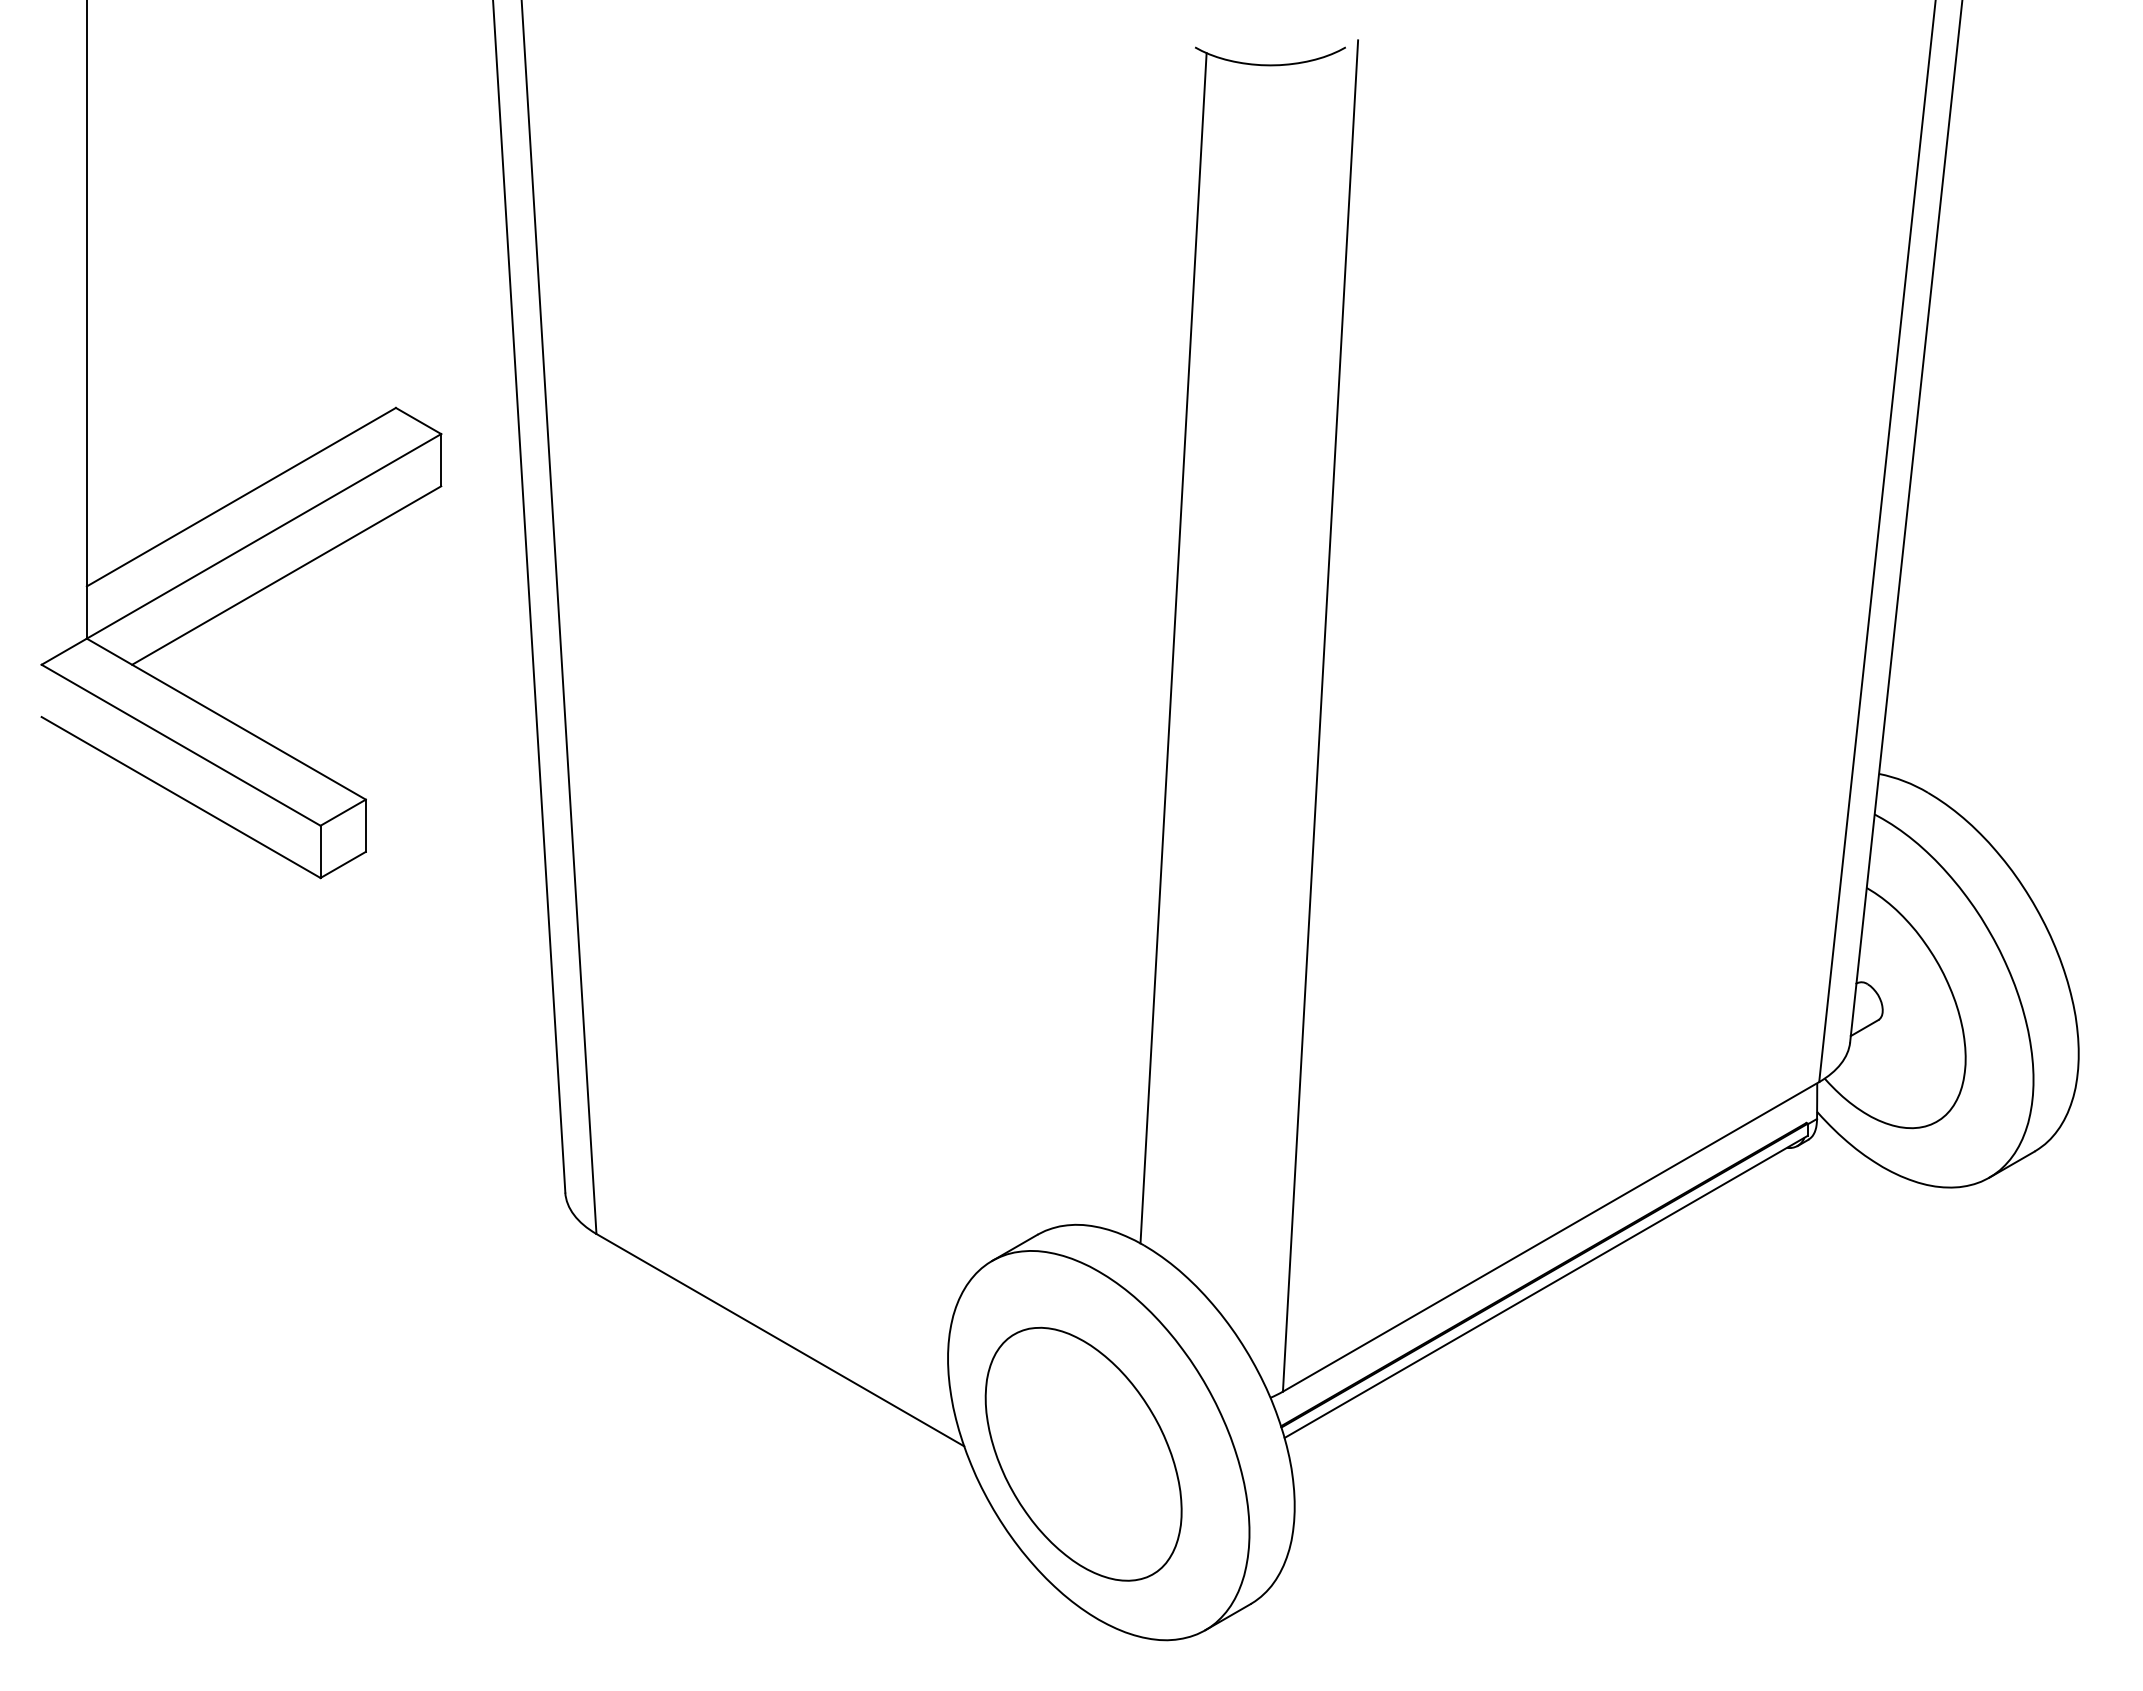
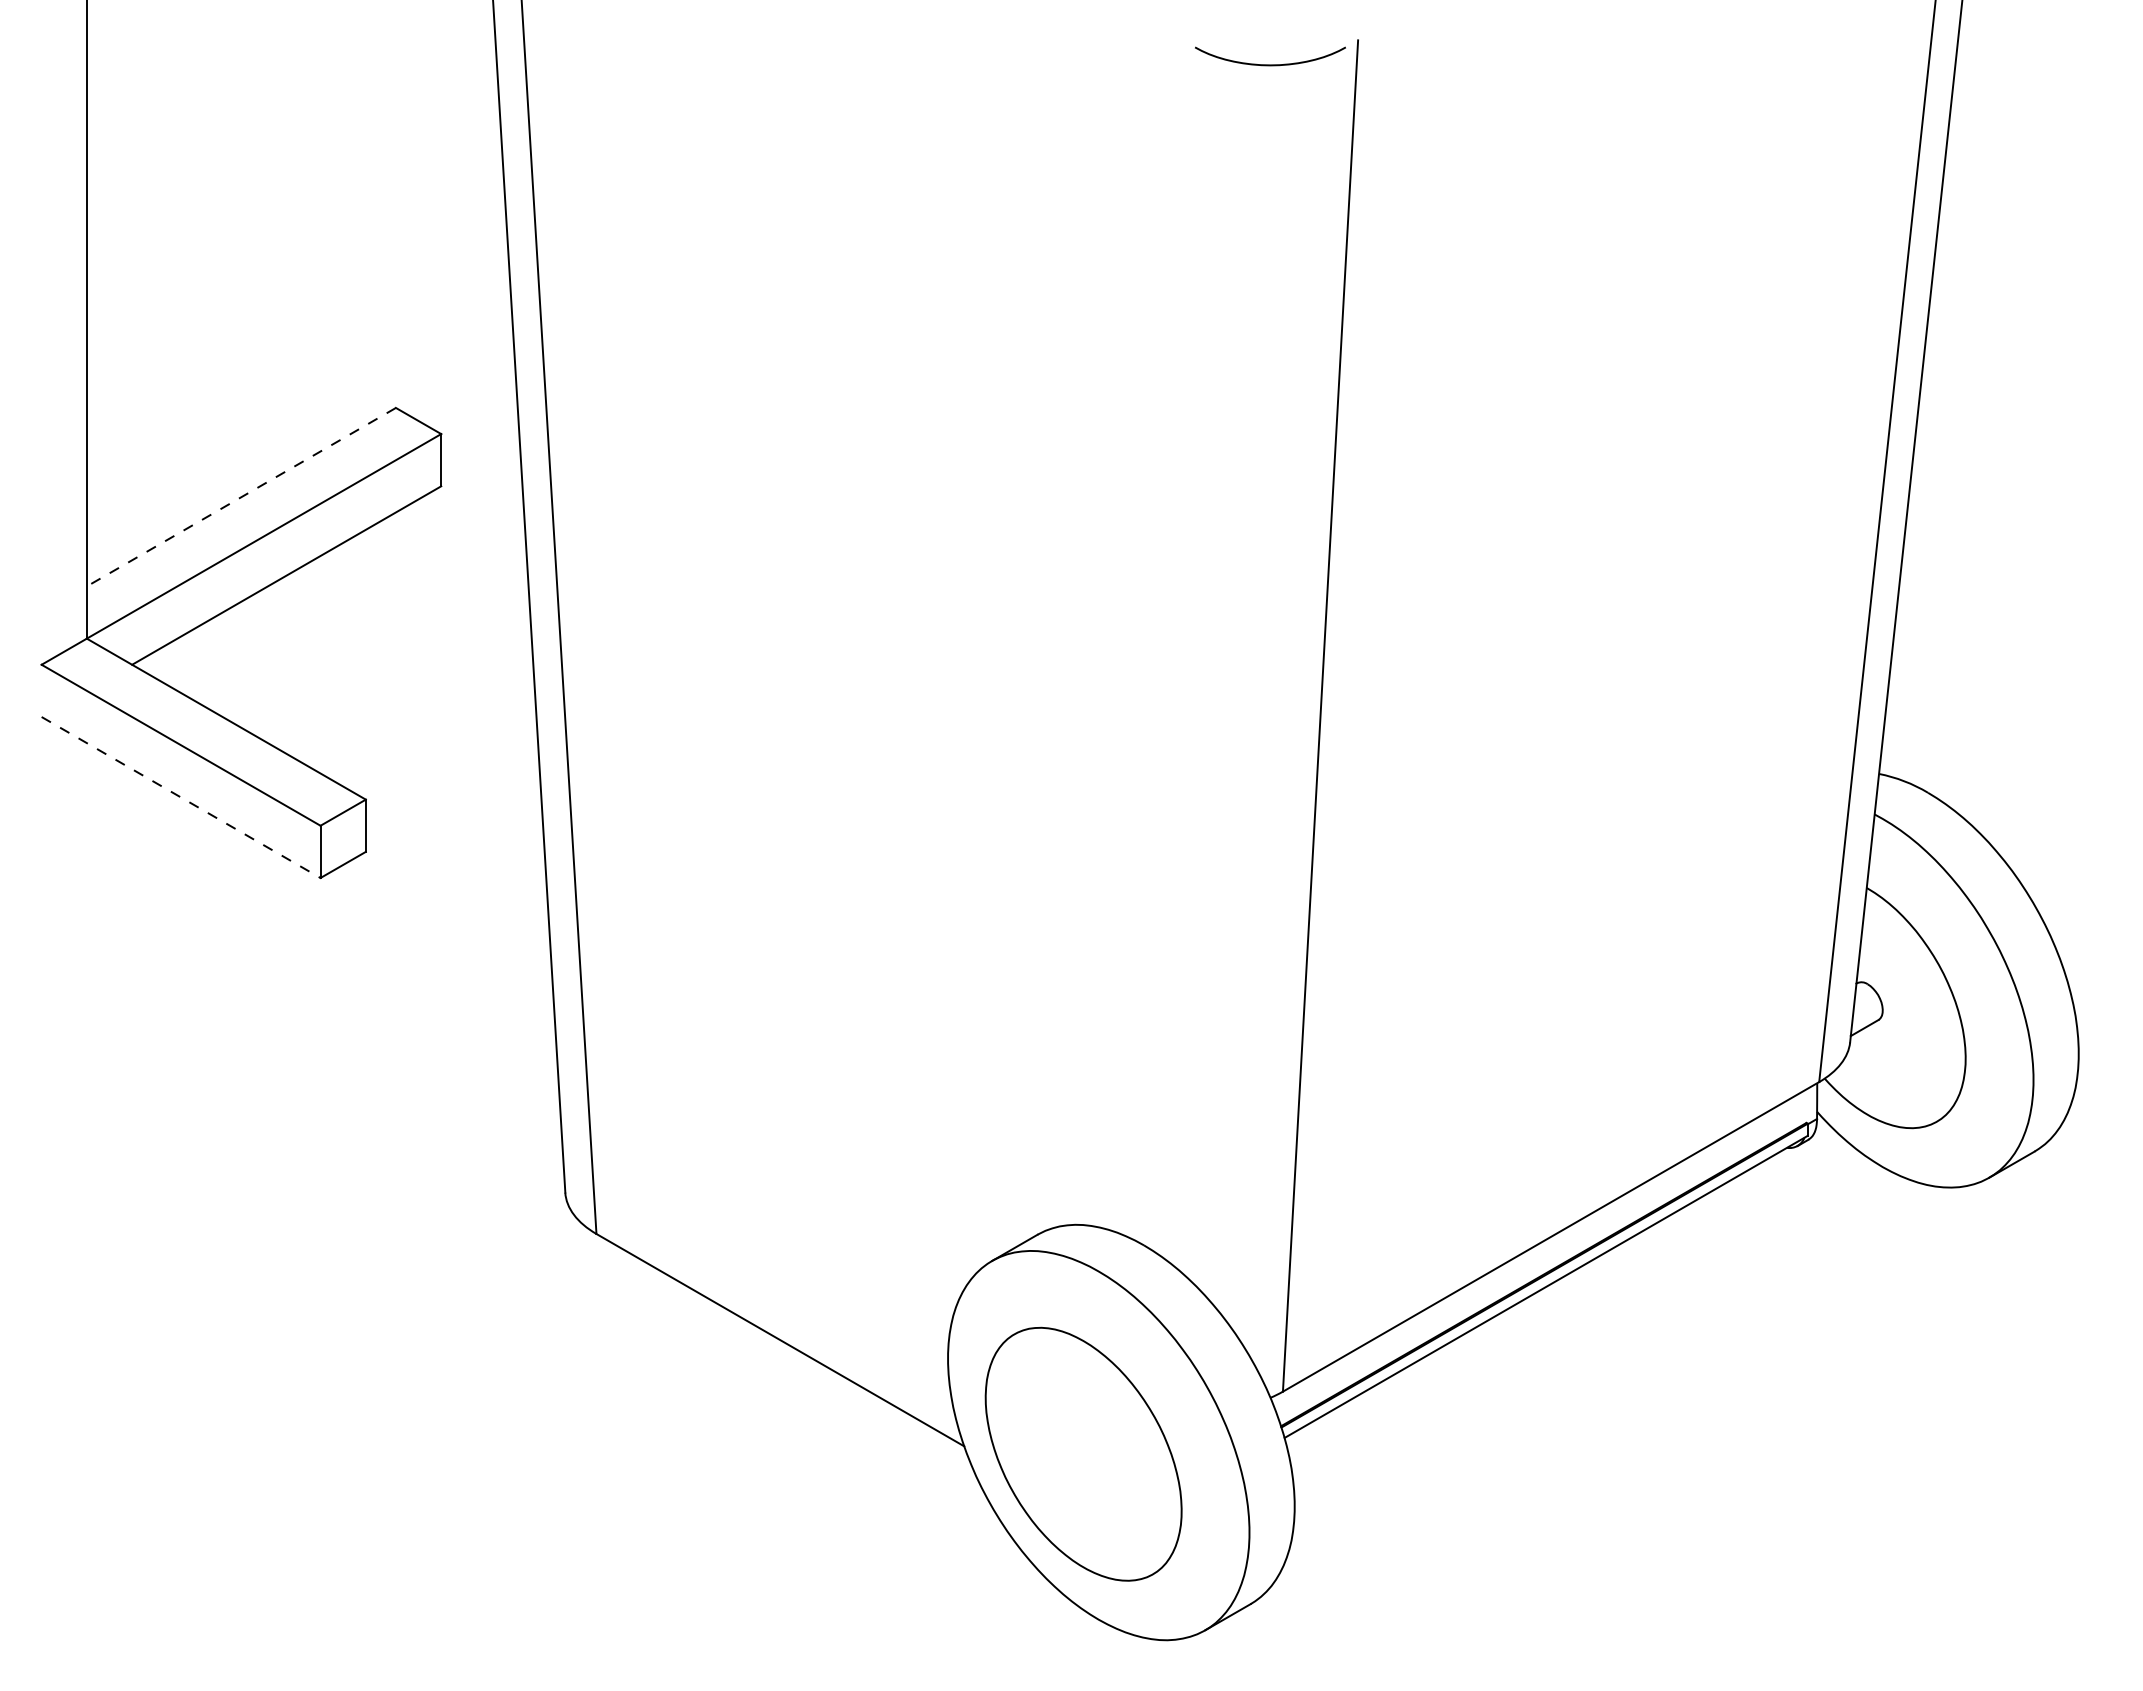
line at (240, 497): solid -> dashed
line at (1173, 648): present -> none
line at (181, 797): solid -> dashed
